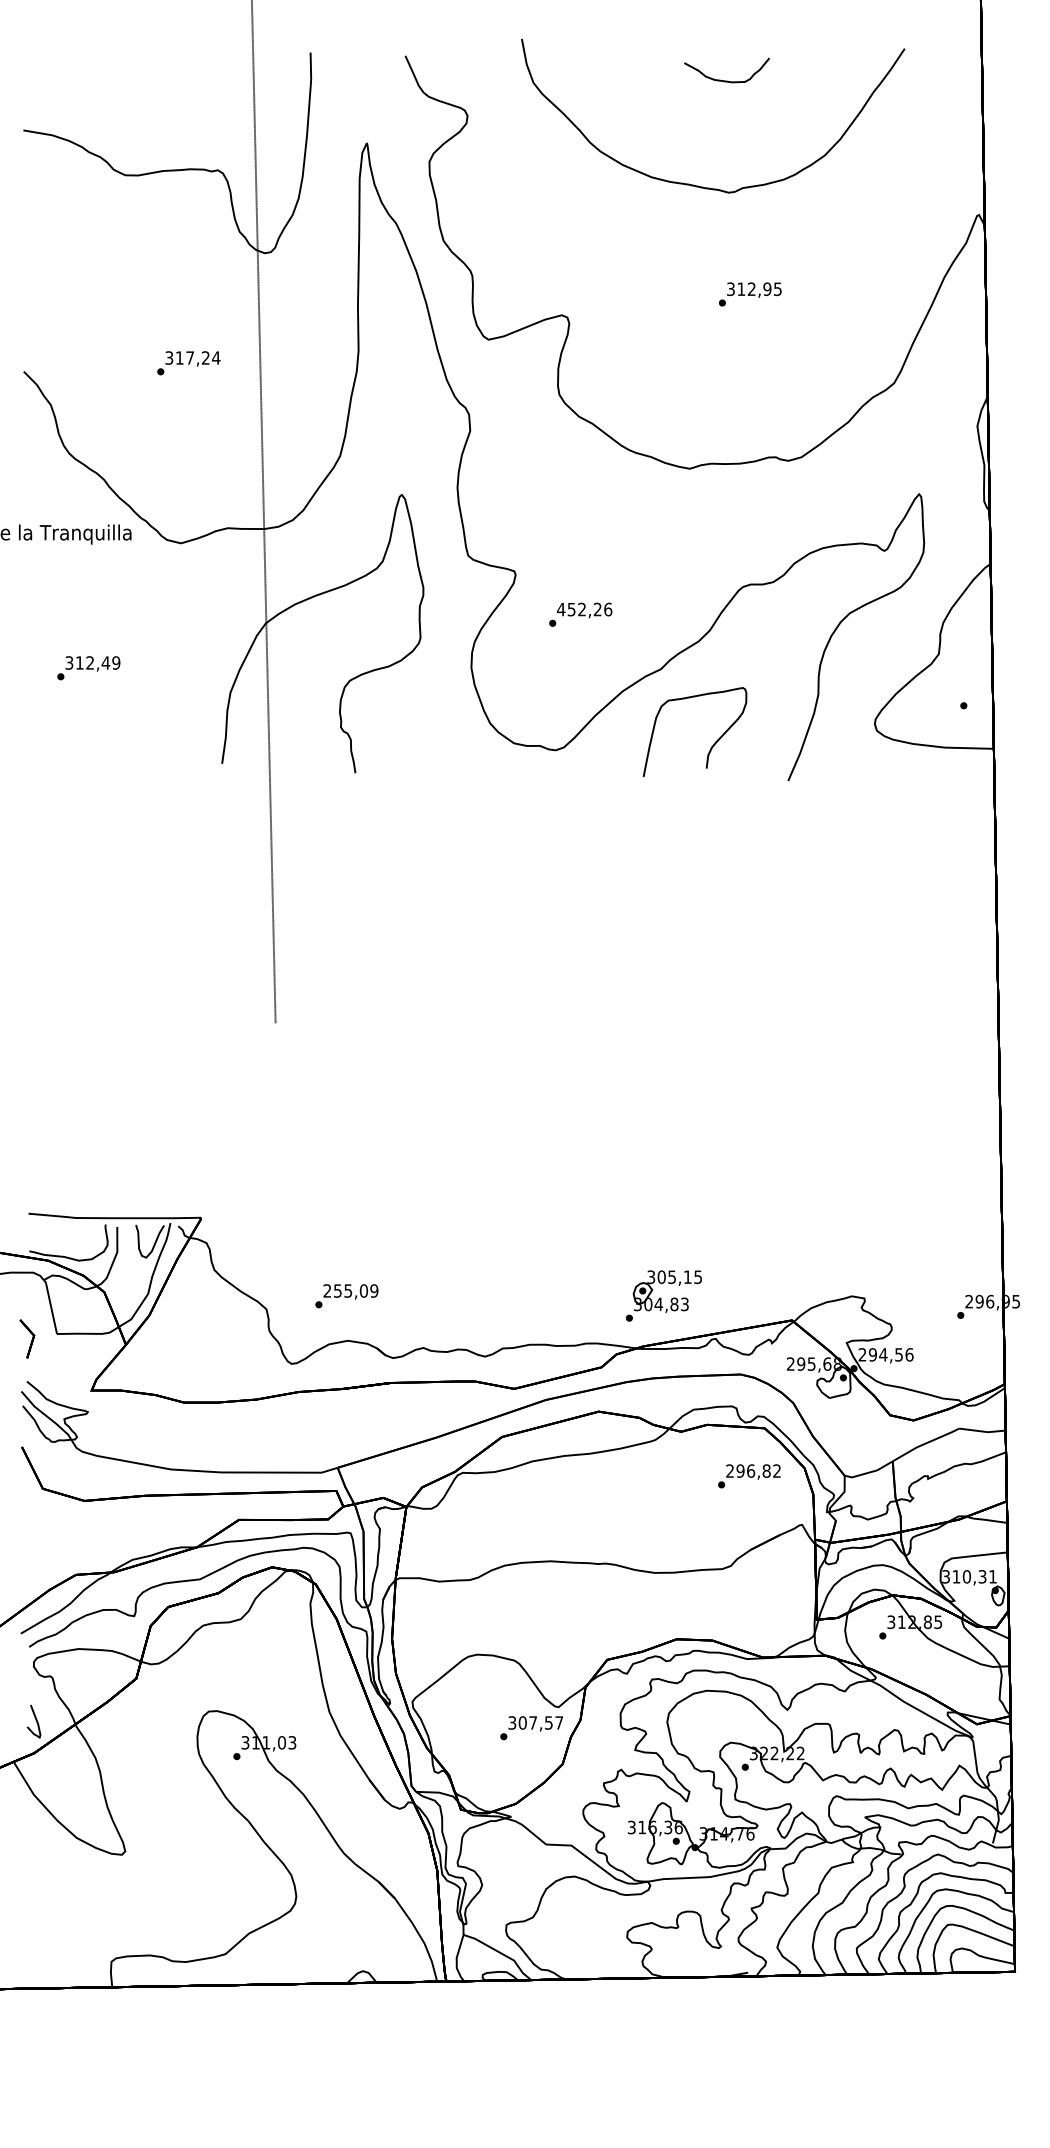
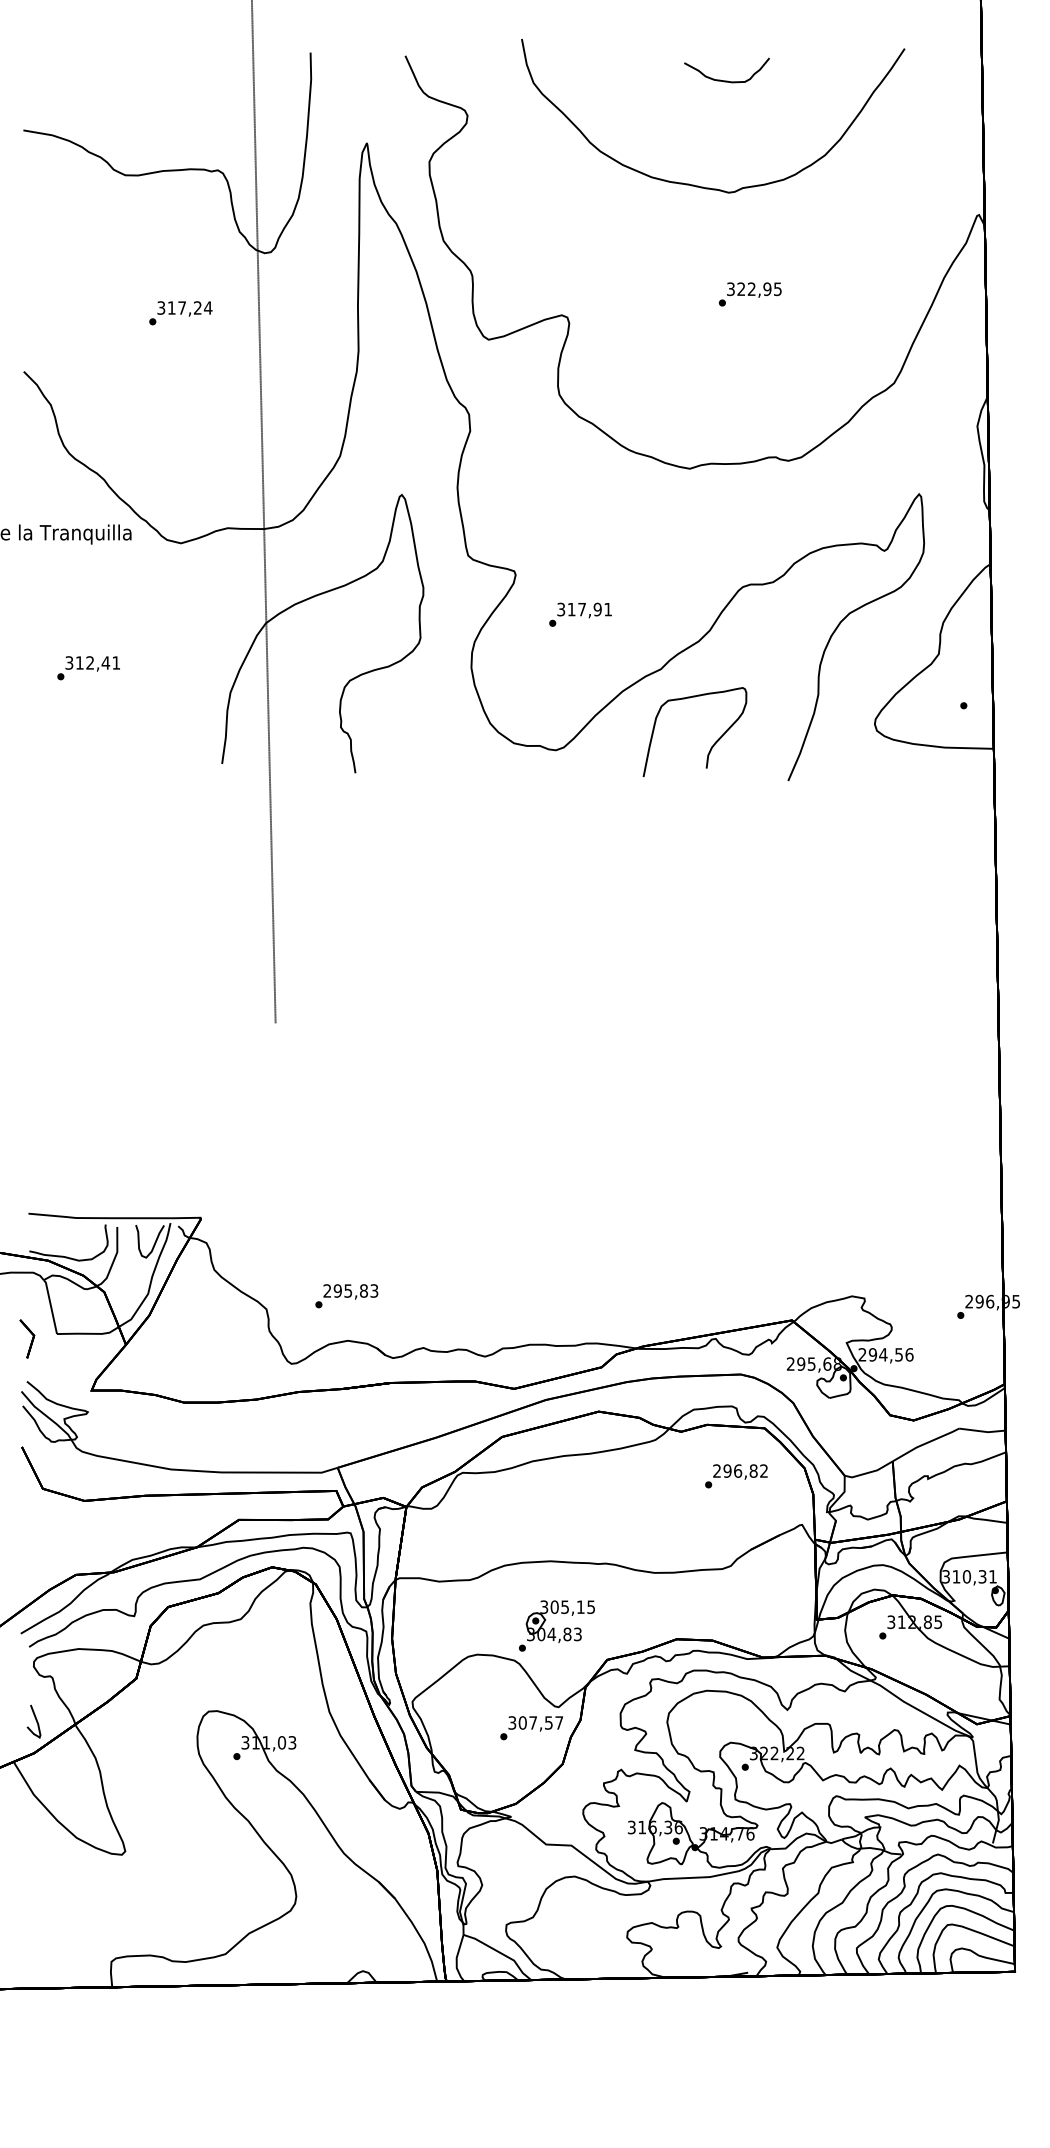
text at (741, 288): 312,95 -> 322,95
text at (188, 363) position: (188, 363) -> (180, 313)
text at (584, 609): 452,26 -> 317,91
text at (116, 662): 312,49 -> 312,41
text at (355, 1290): 255,09 -> 295,83
part at (663, 1295) position: (663, 1295) -> (556, 1625)
text at (749, 1476) position: (749, 1476) -> (736, 1476)
